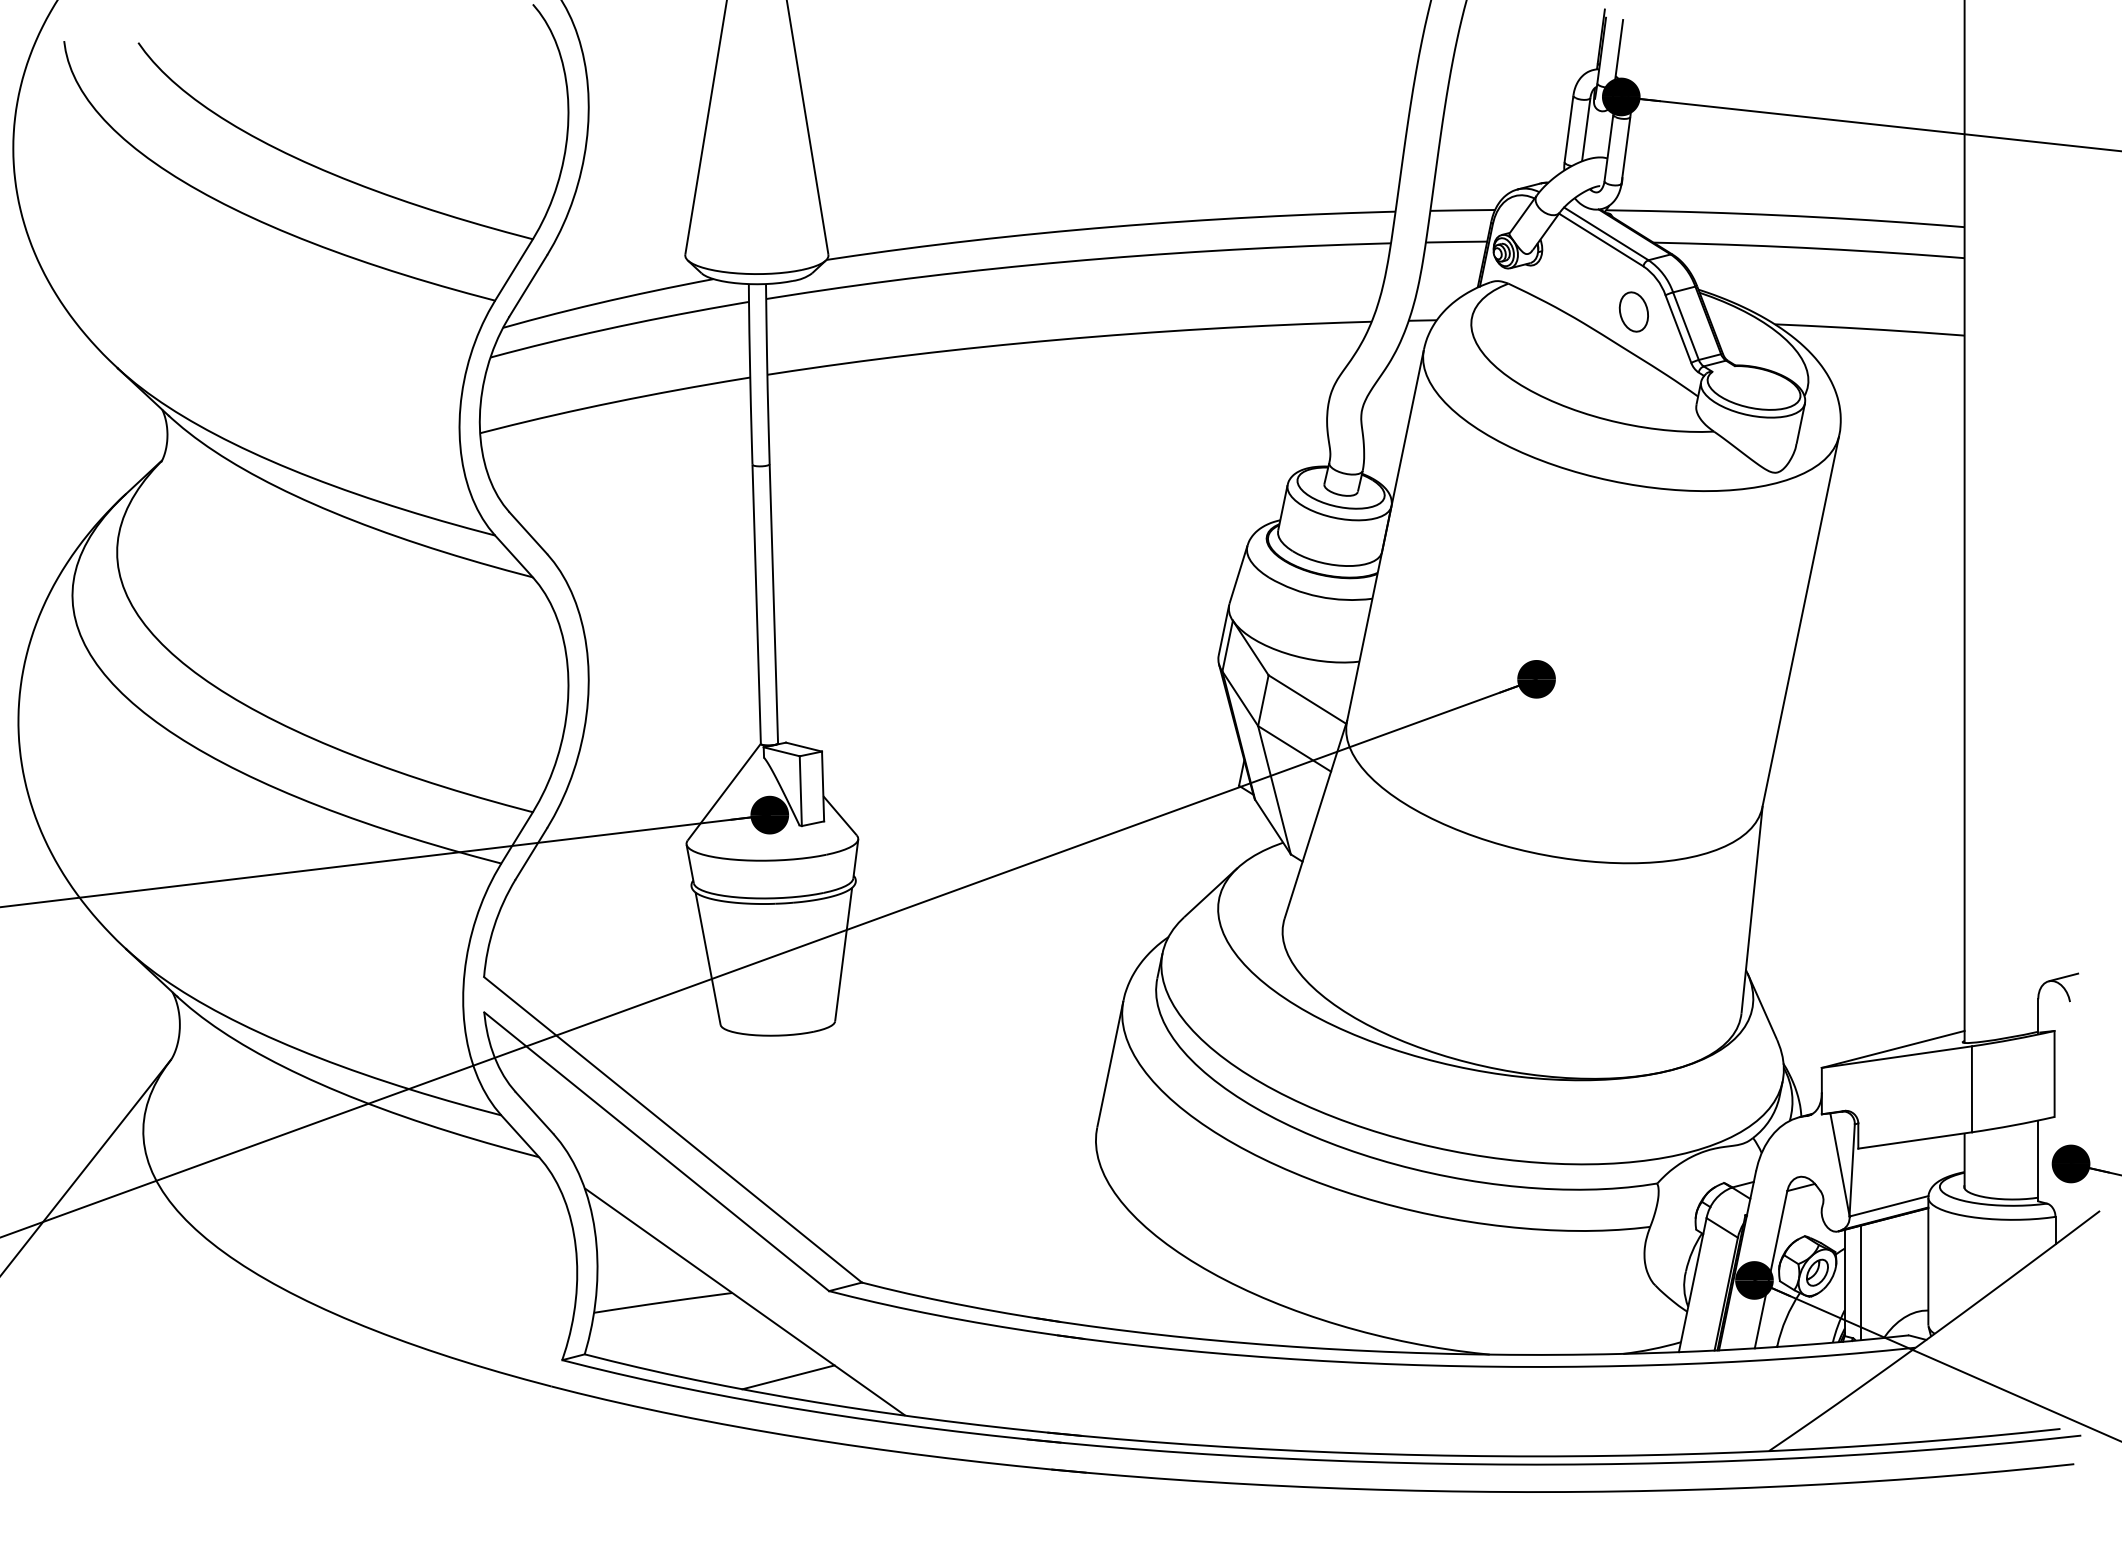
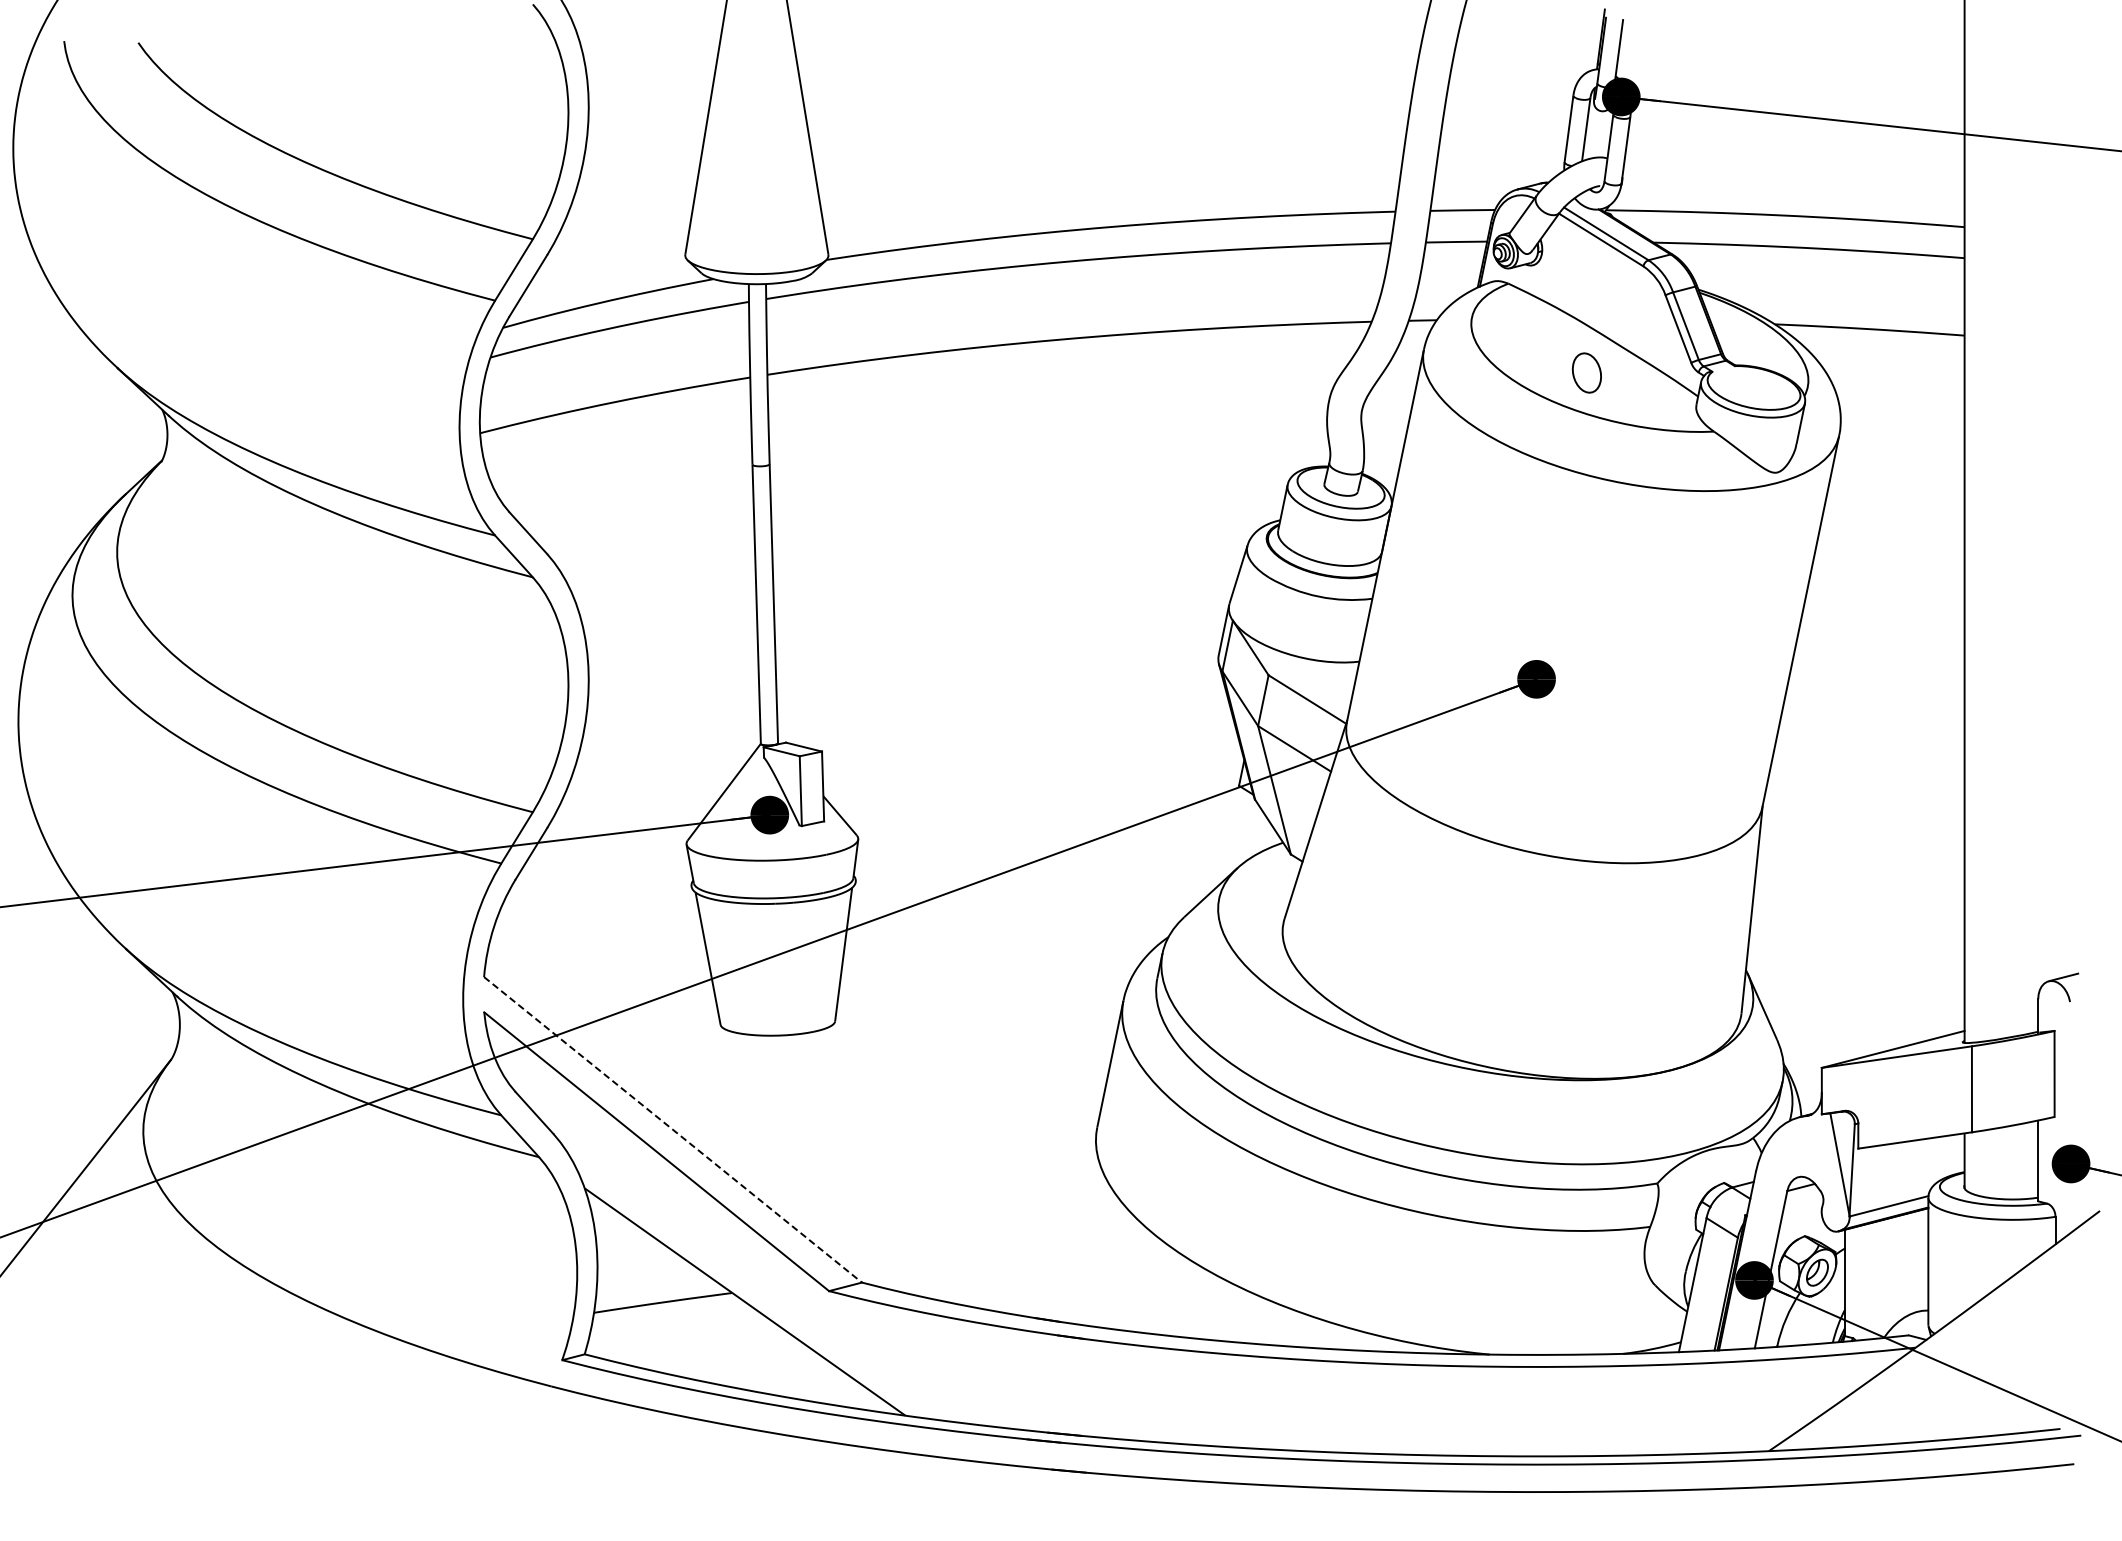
part at (1633, 311) position: (1633, 311) -> (1586, 372)
line at (673, 1129): solid -> dashed
line at (1860, 1282): present -> none
line at (788, 1377): present -> none
